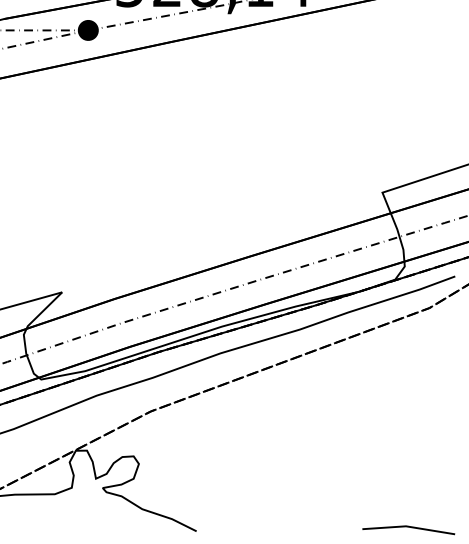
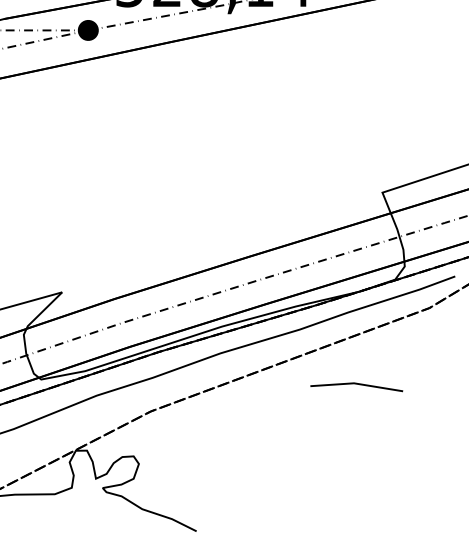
line at (408, 527) position: (408, 527) -> (356, 384)
